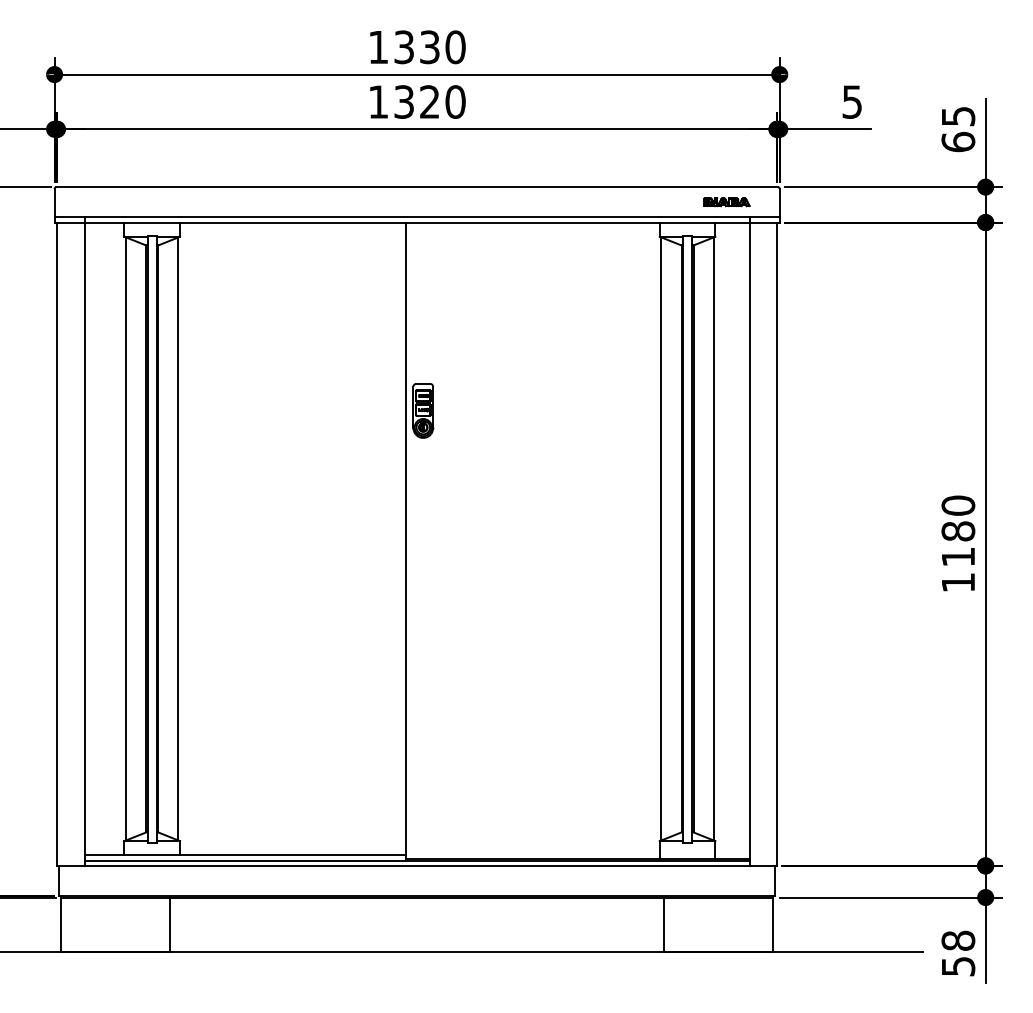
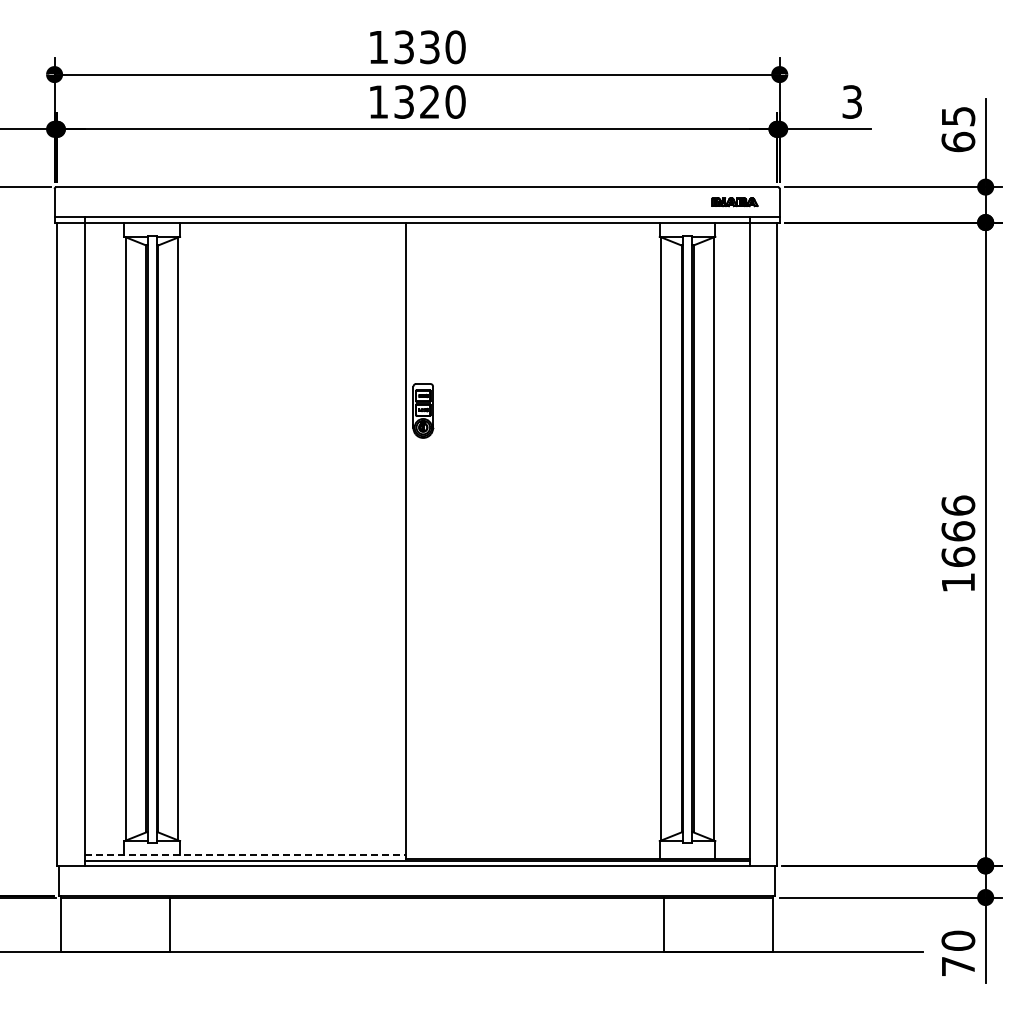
text at (852, 101): 5 -> 3
part at (726, 202) position: (726, 202) -> (734, 202)
text at (958, 530): 1180 -> 1666
line at (245, 854): solid -> dashed
text at (958, 953): 58 -> 70
